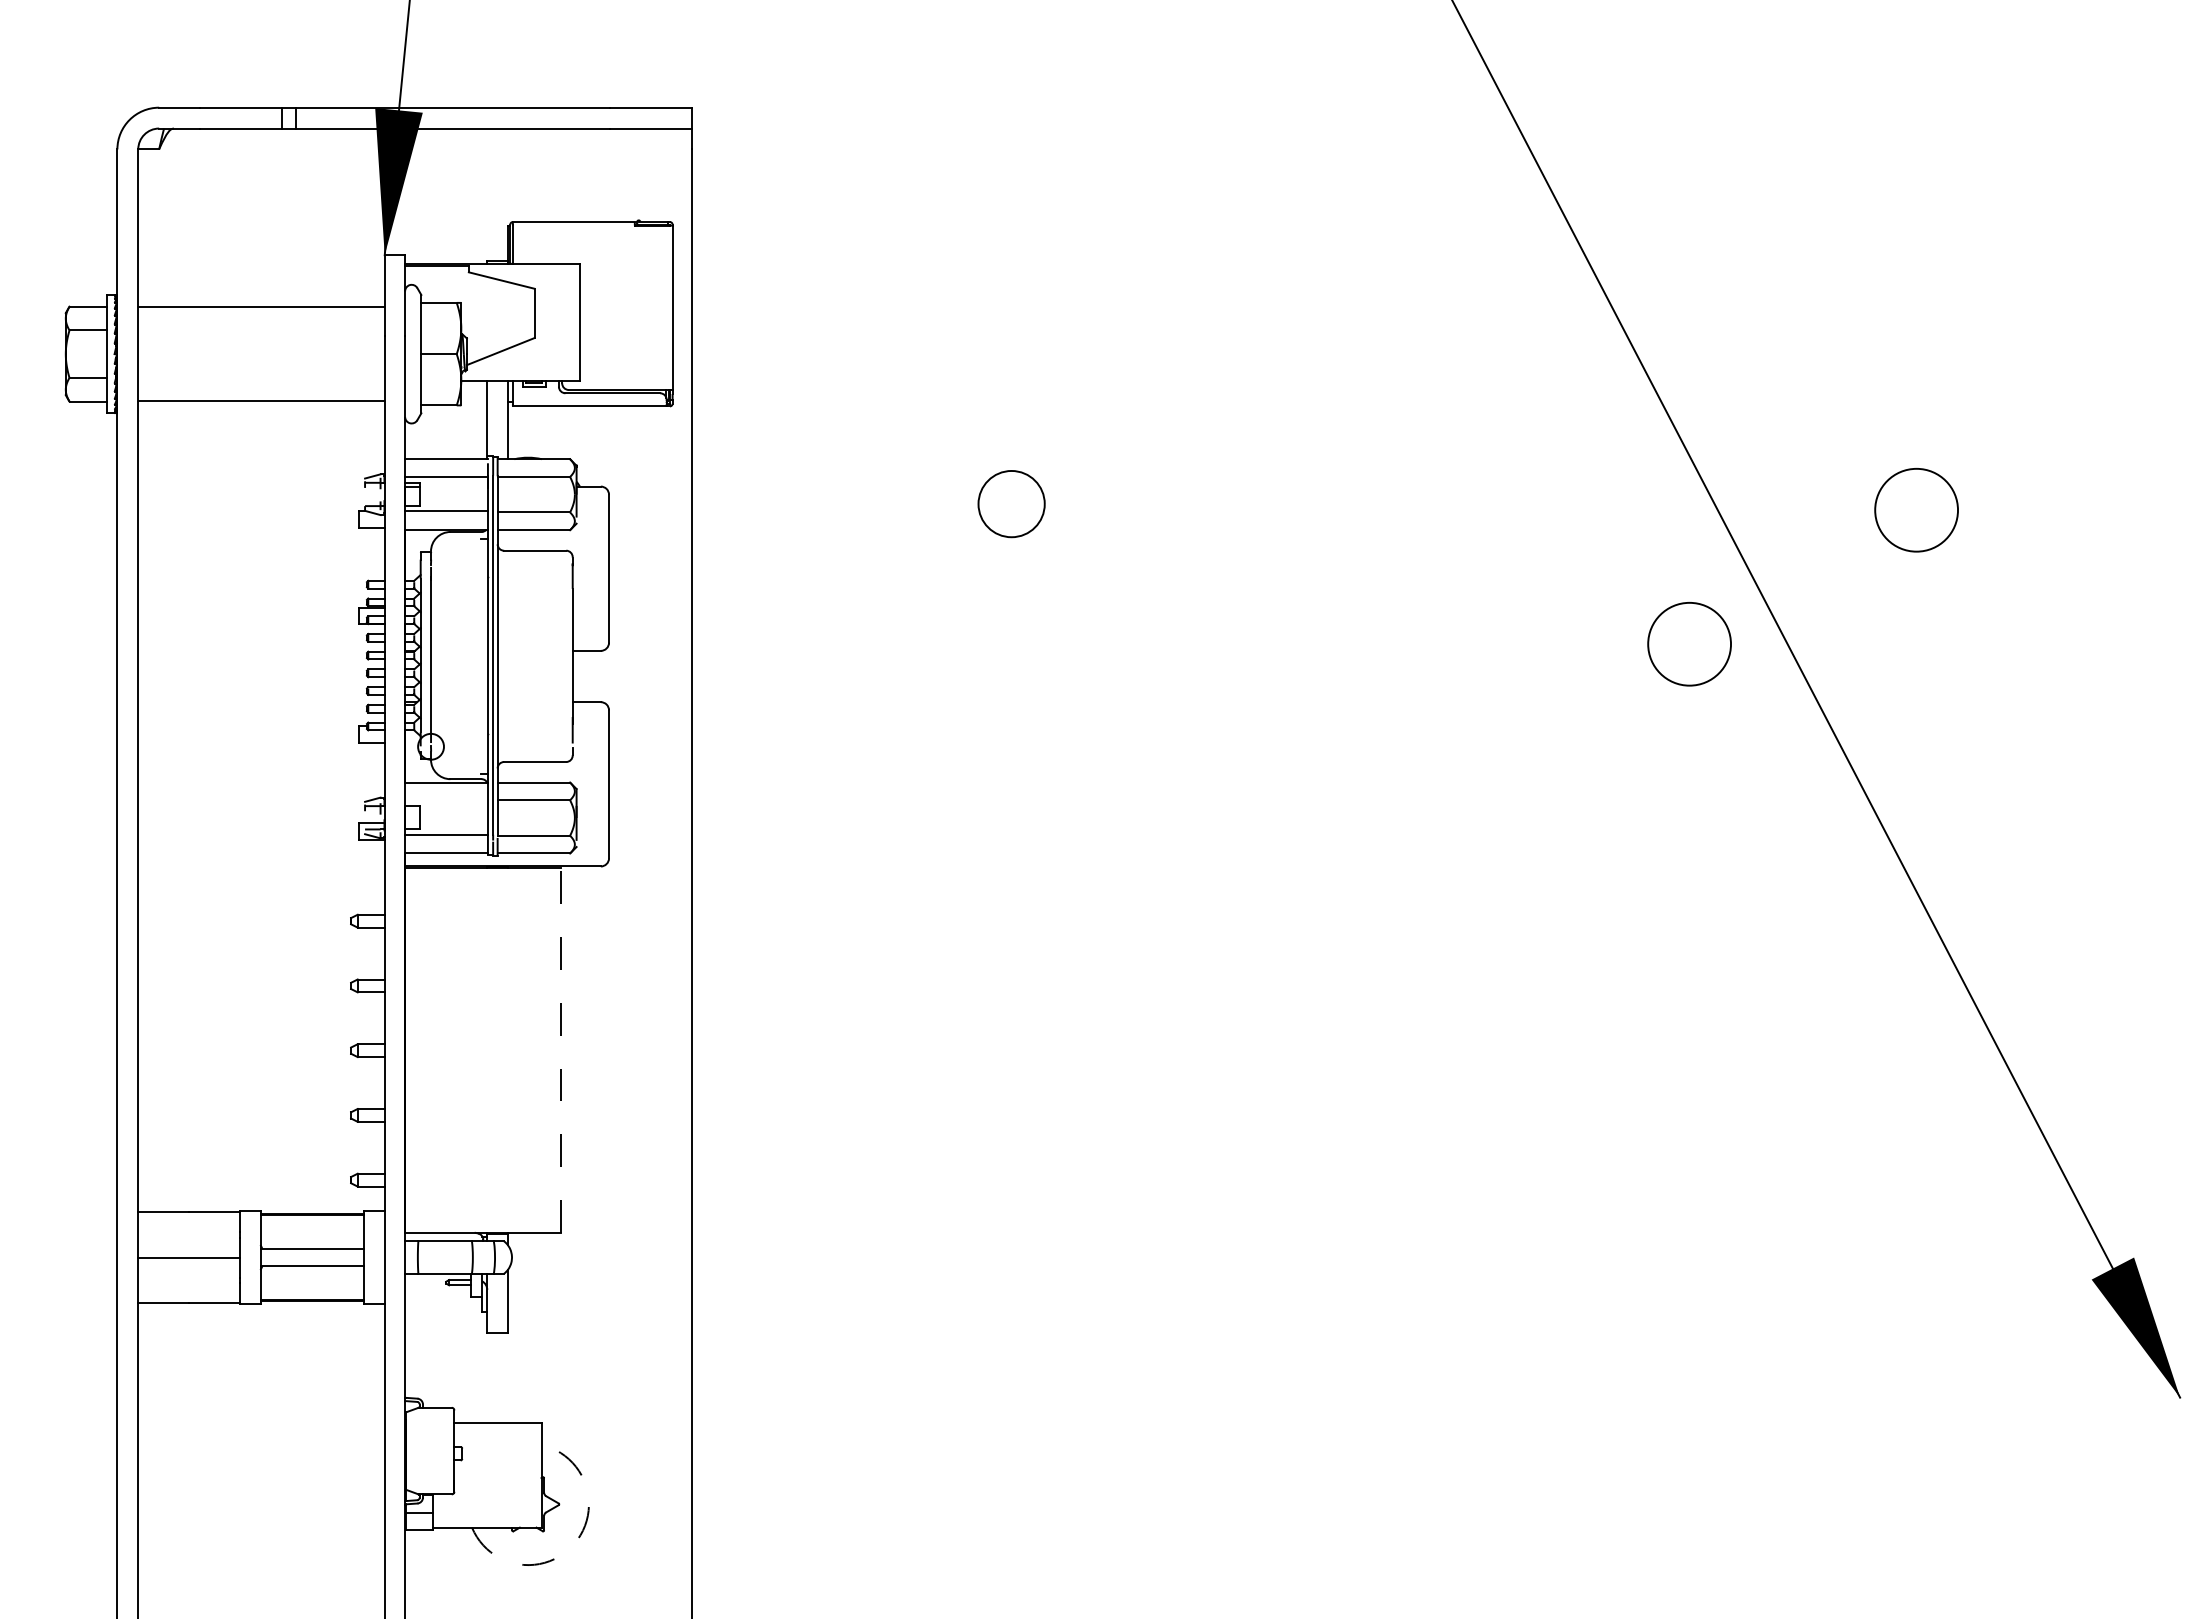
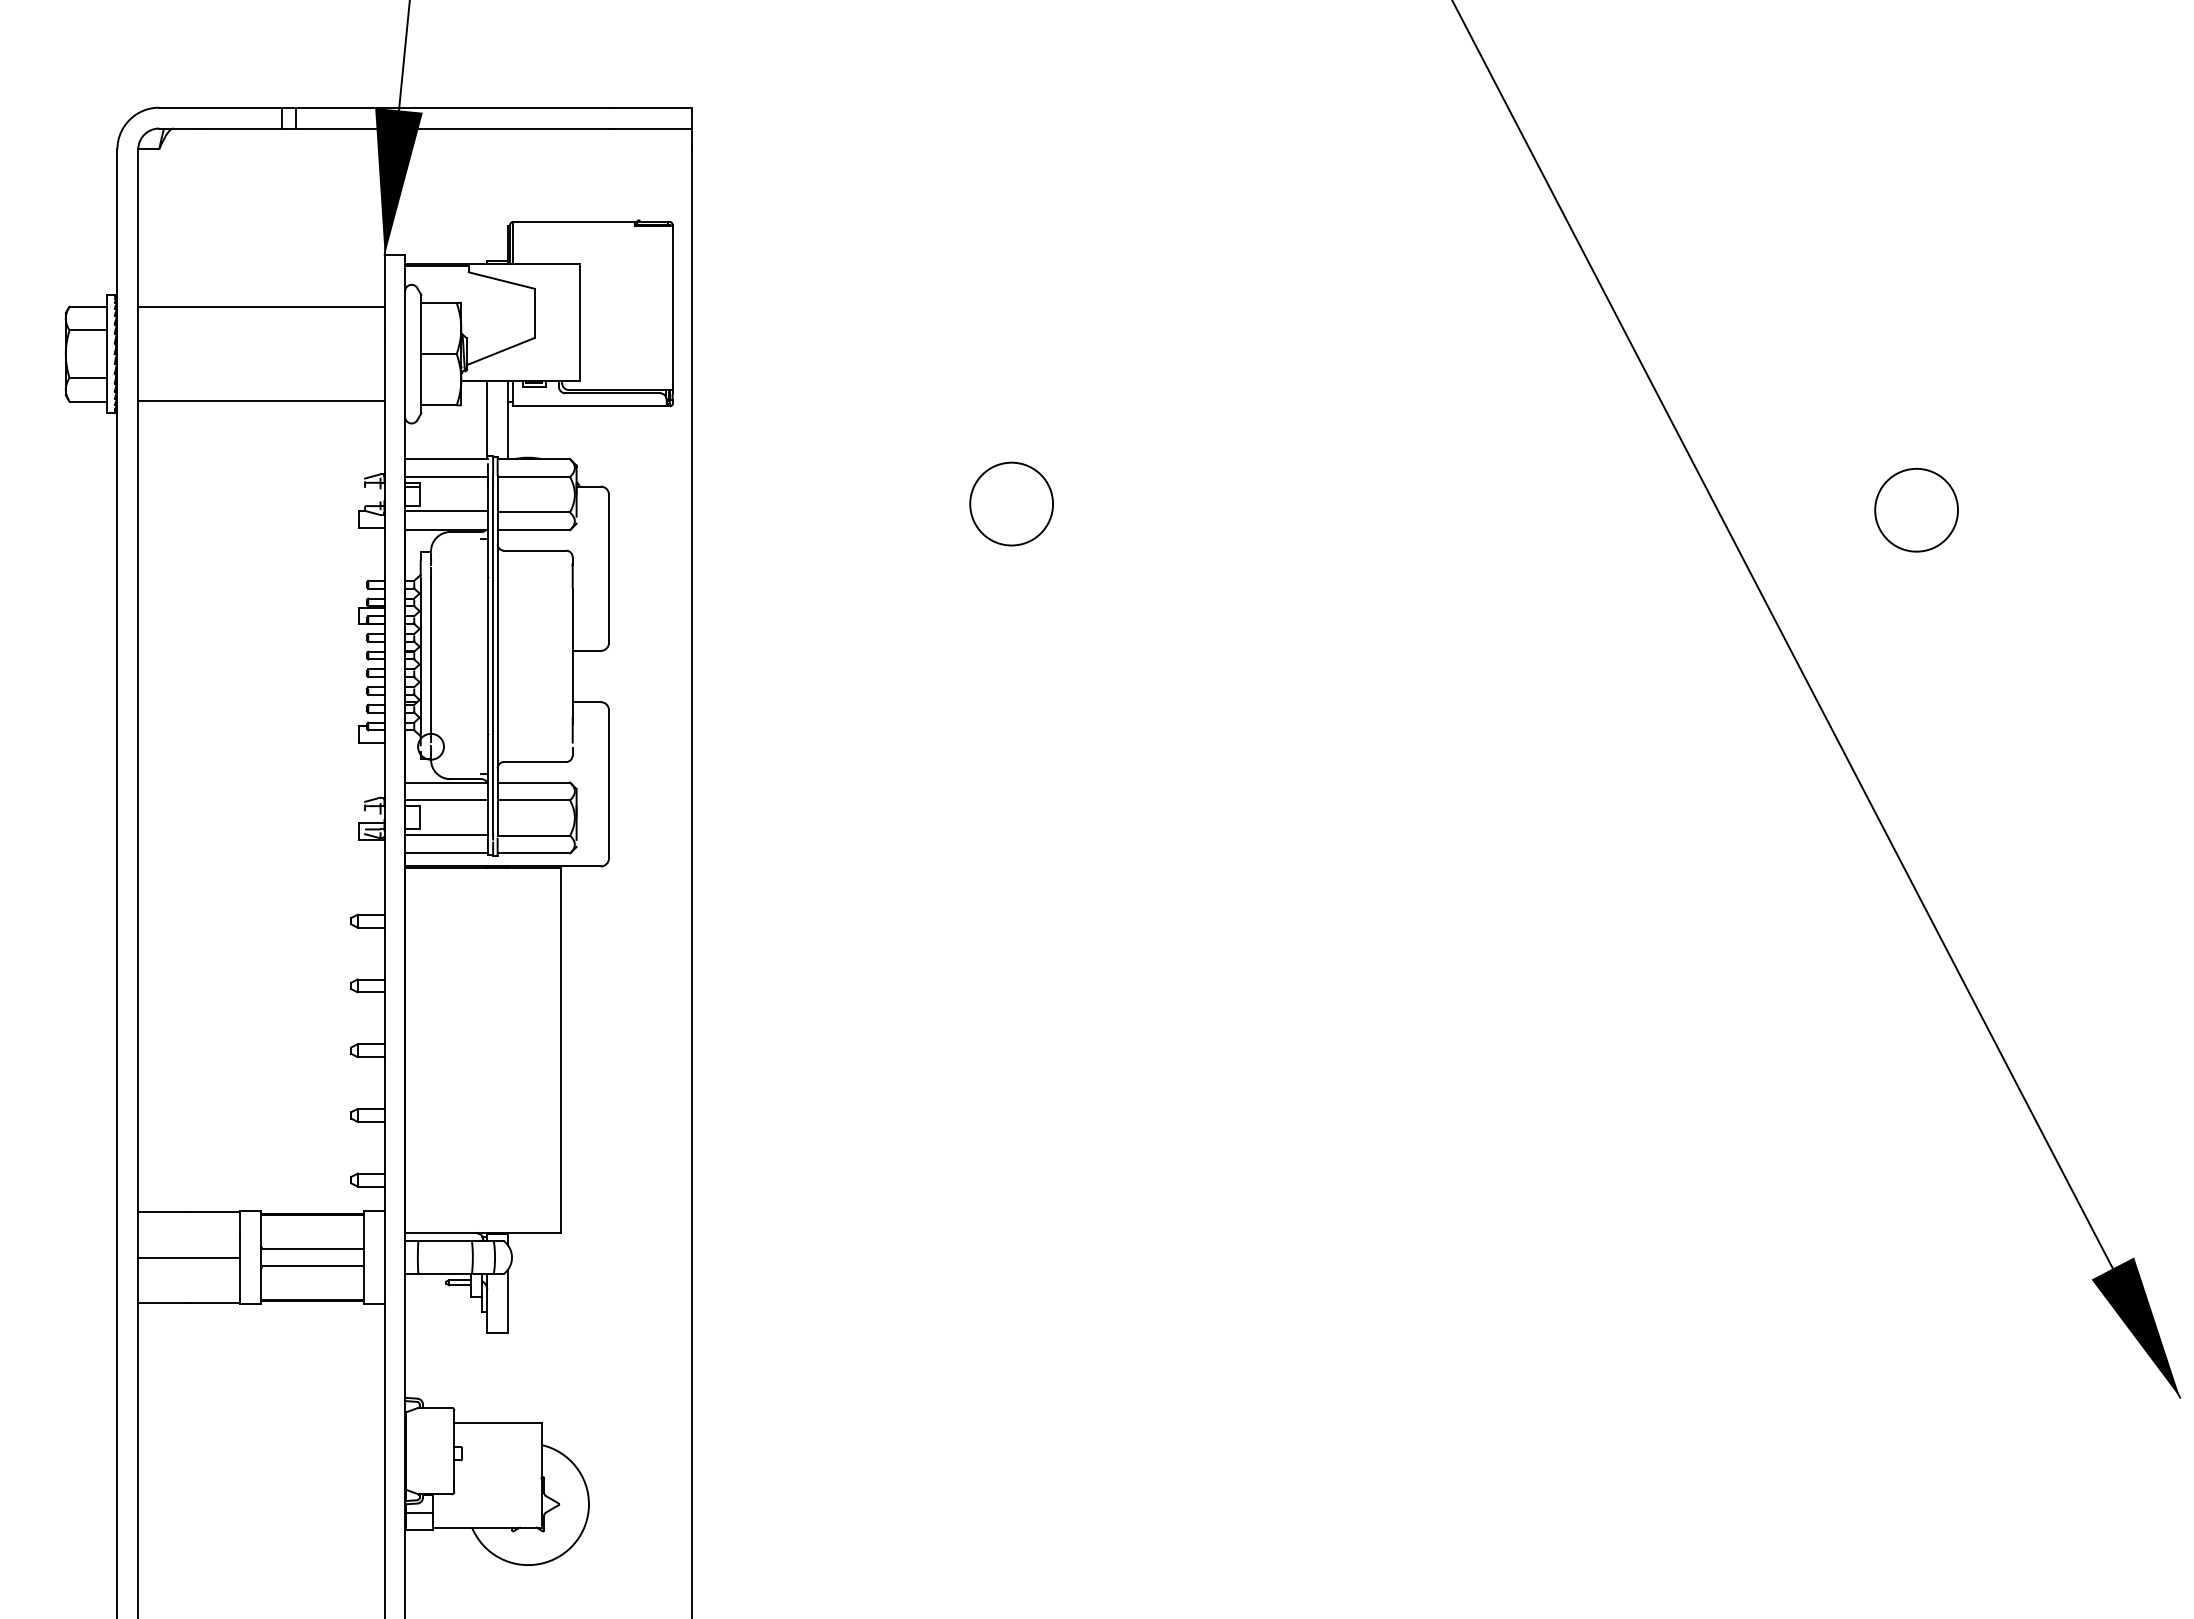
circle at (1011, 503) diameter: 66 px -> 83 px
circle at (1689, 644): present -> none
line at (446, 799): none -> present
line at (560, 1050): dashed -> solid
arc at (574, 1543): dashed -> solid
